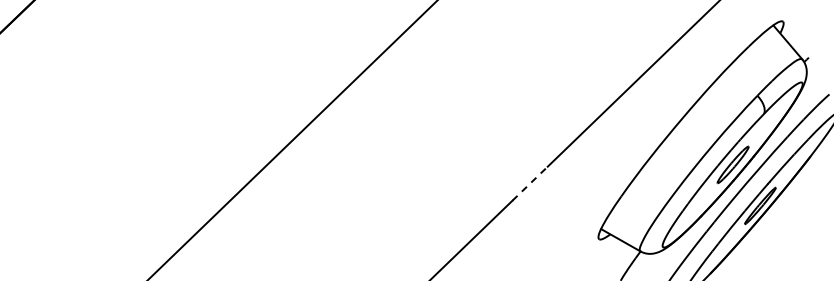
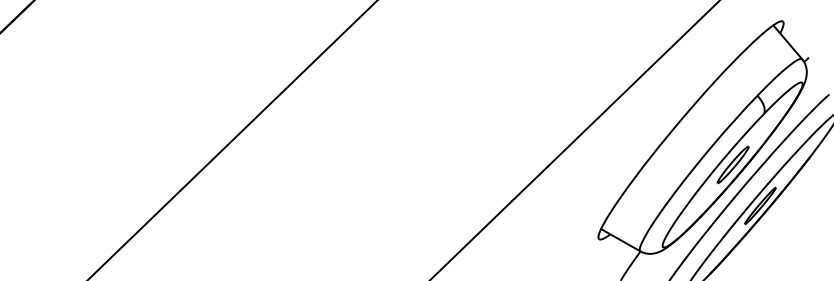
line at (292, 139) position: (292, 139) -> (232, 139)
line at (530, 183): dashed -> solid
